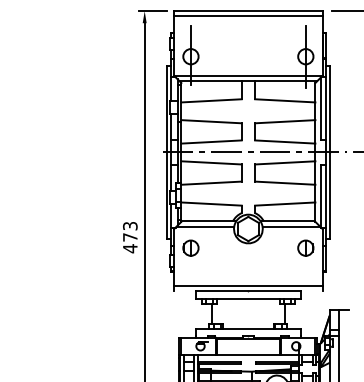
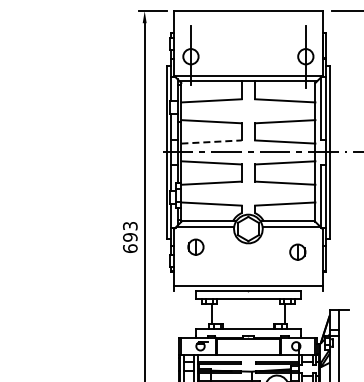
line at (248, 16): present -> none
line at (212, 141): solid -> dashed
text at (130, 243): 473 -> 693
part at (190, 247) position: (190, 247) -> (195, 246)
part at (305, 247) position: (305, 247) -> (297, 251)
